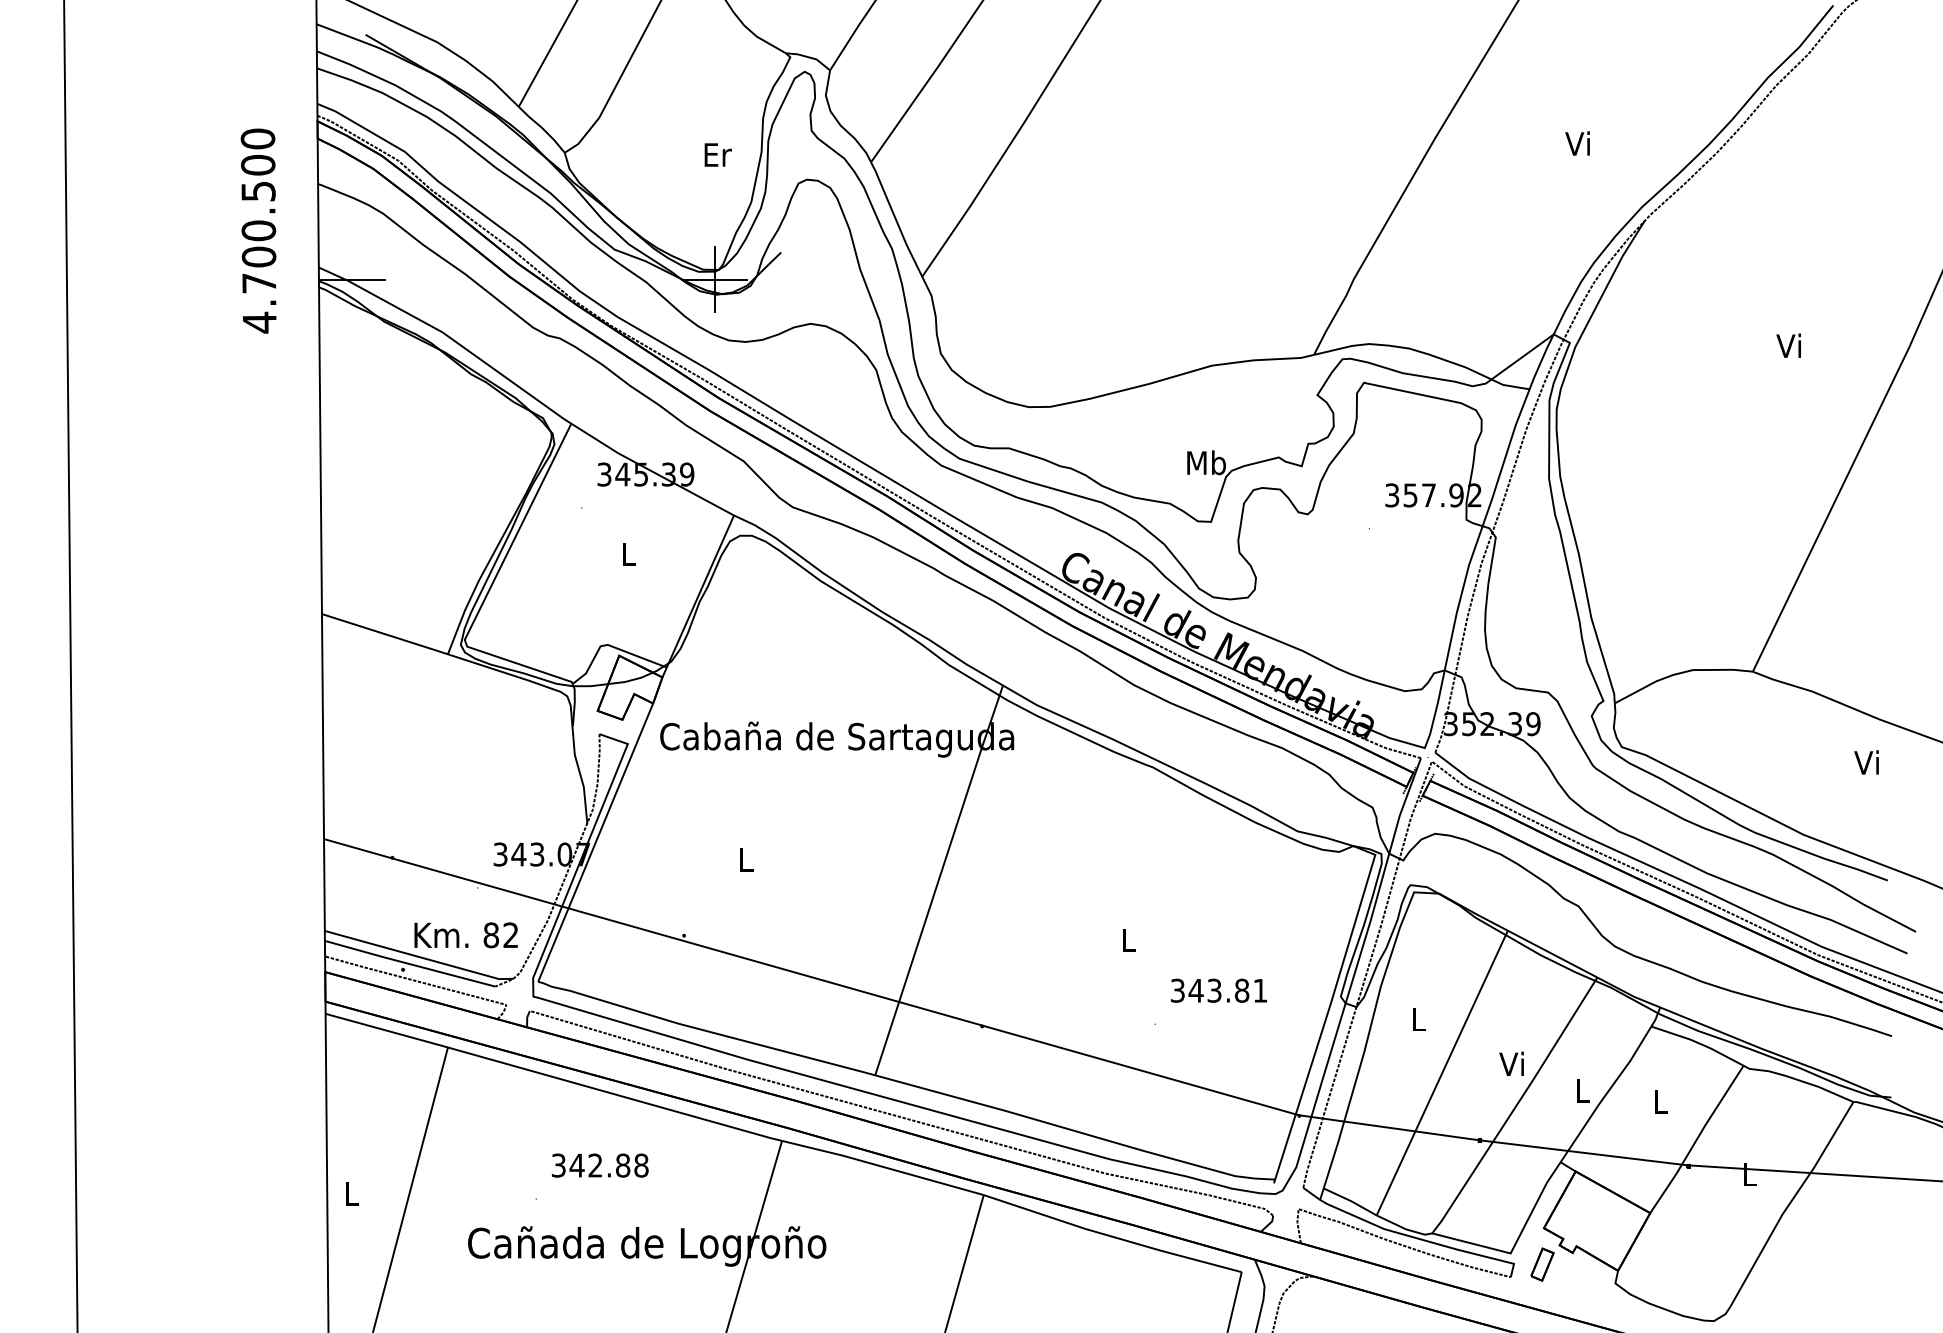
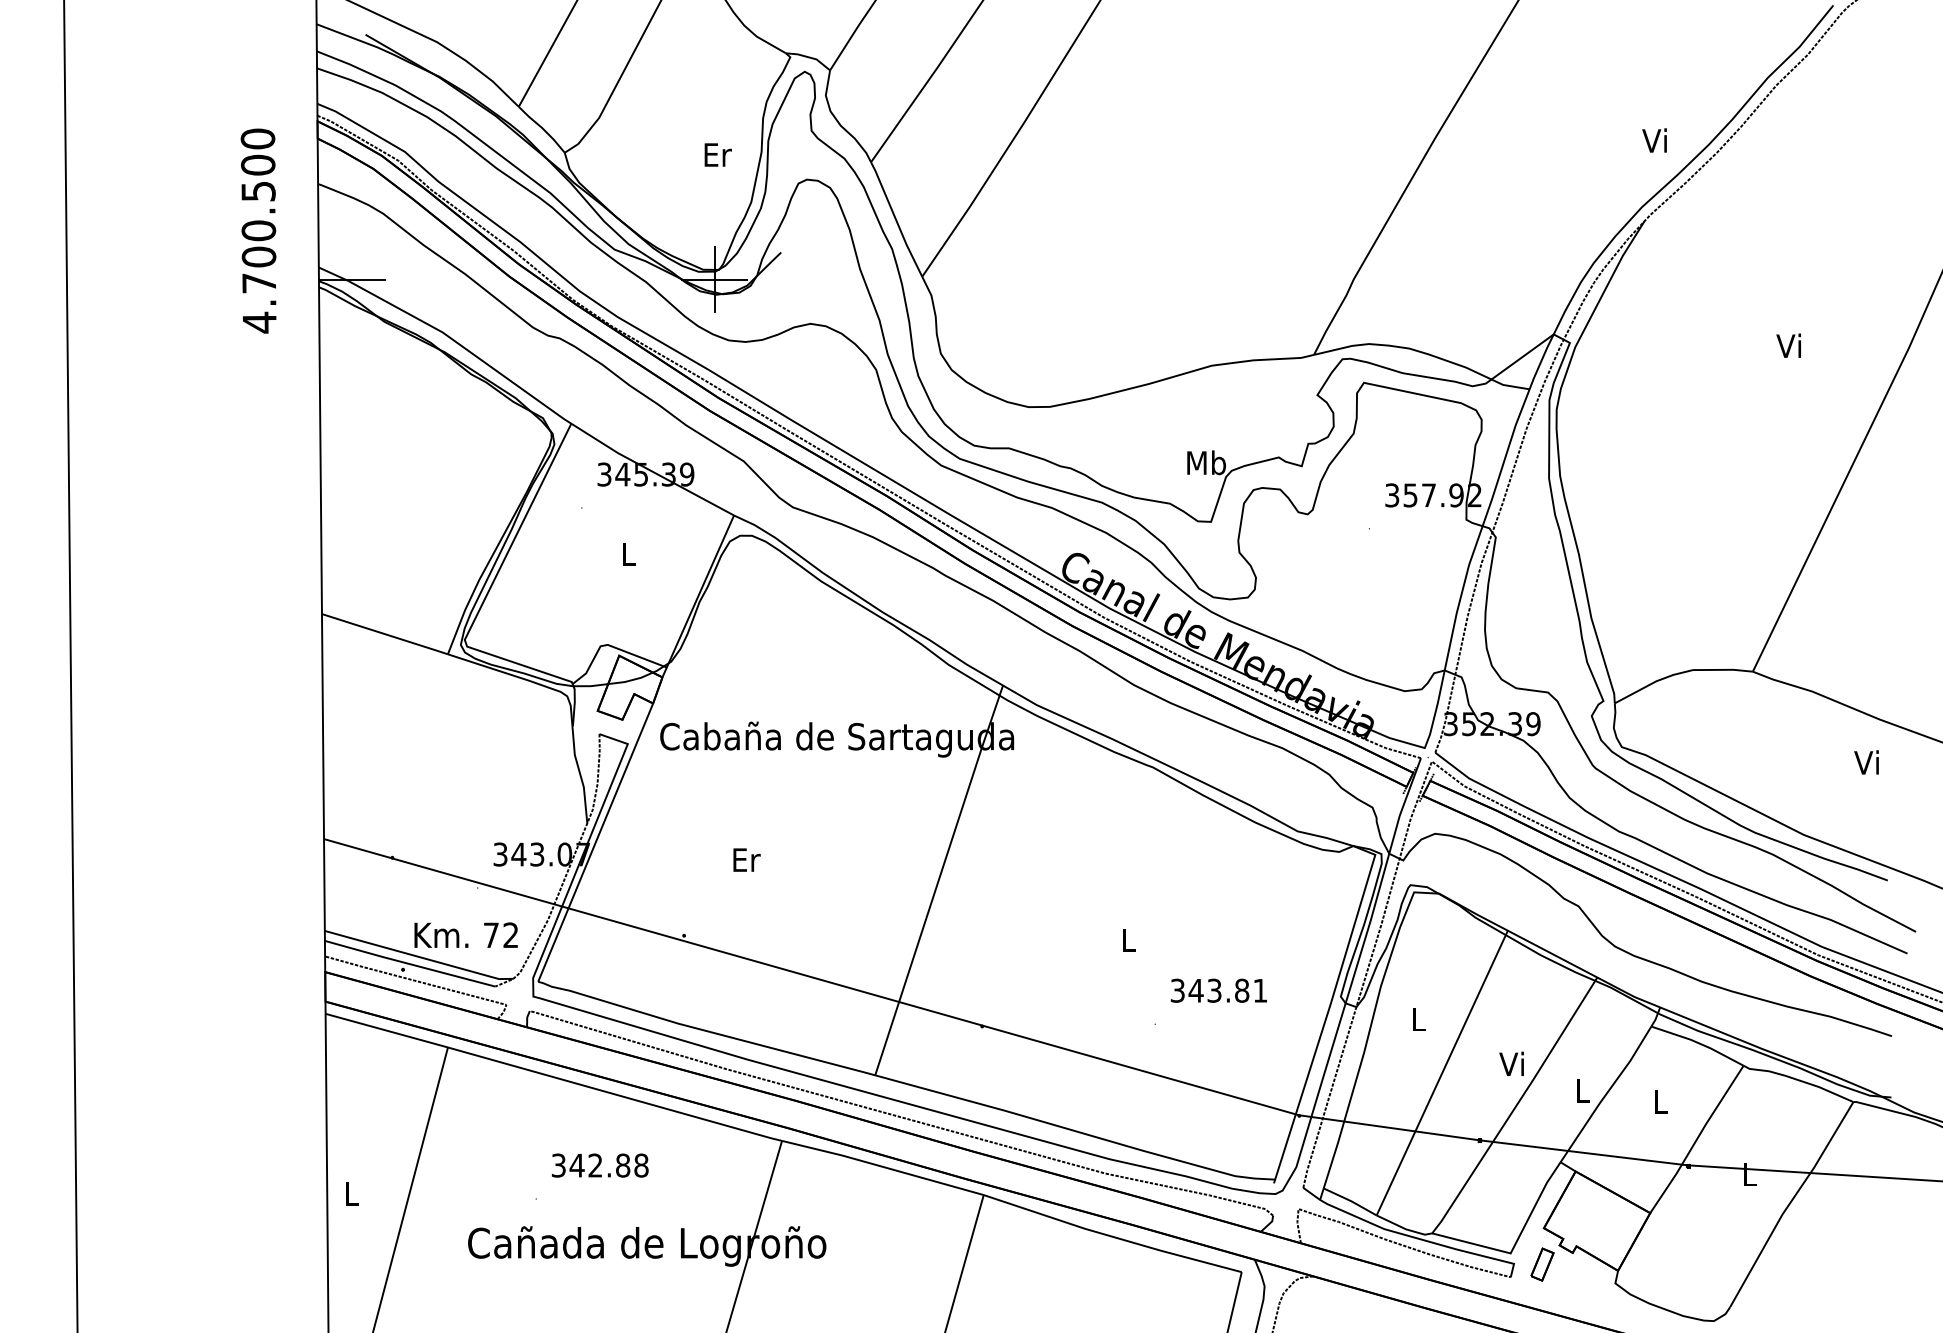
text at (1577, 143) position: (1577, 143) -> (1654, 140)
text at (746, 859): L -> Er
text at (491, 935): 82 -> 72
